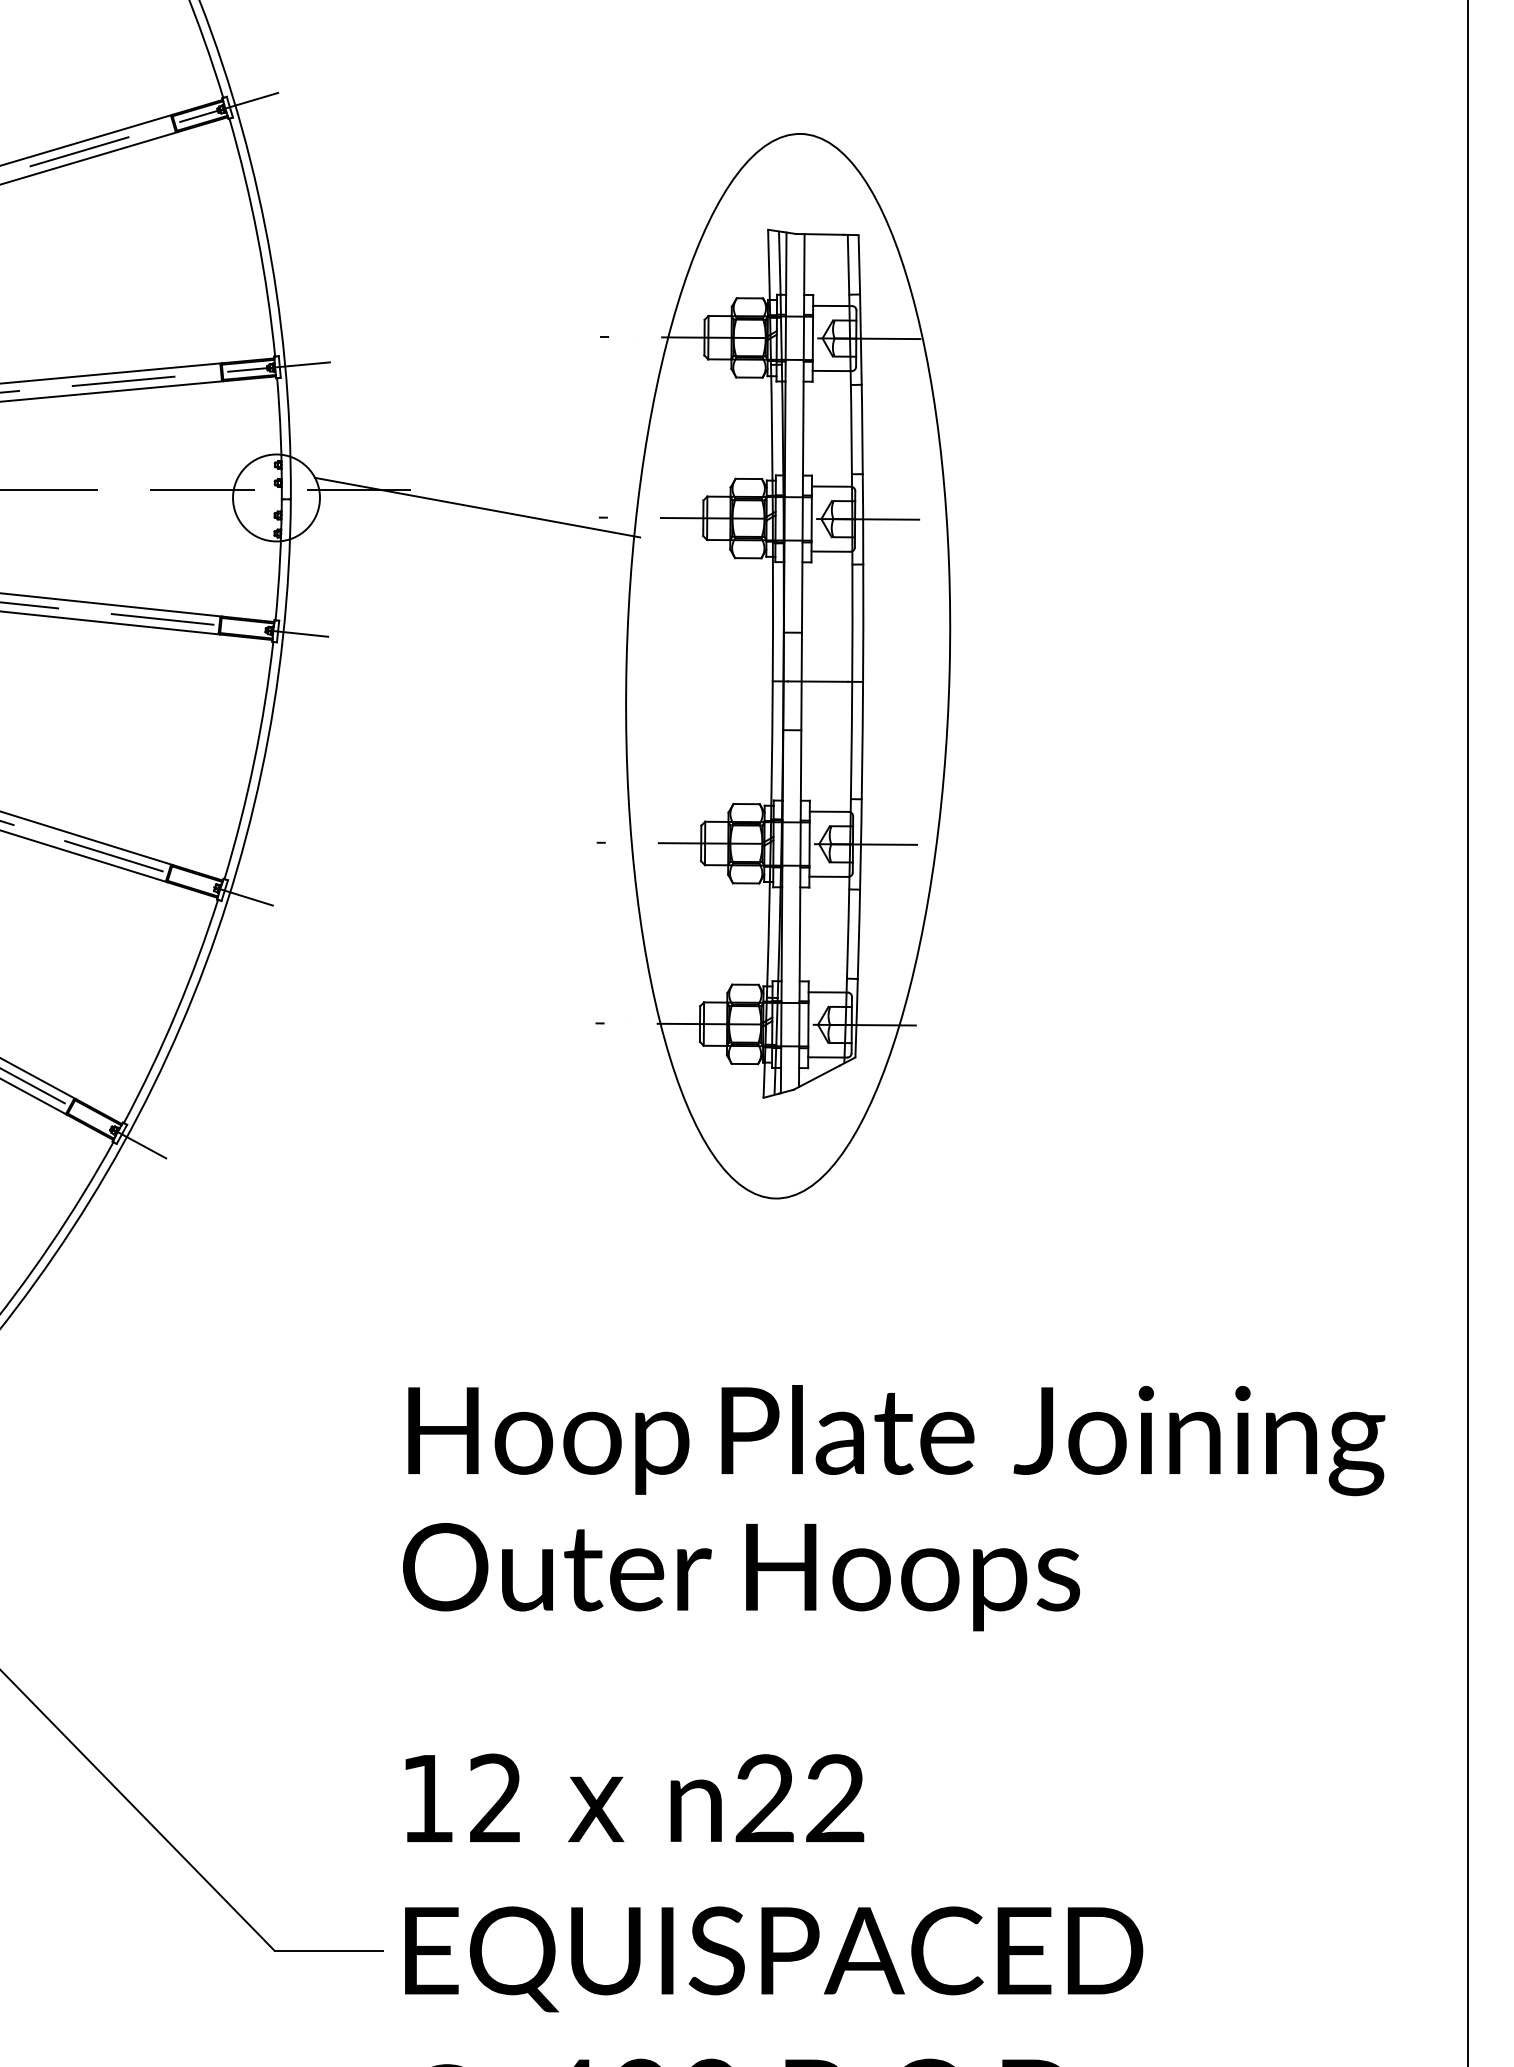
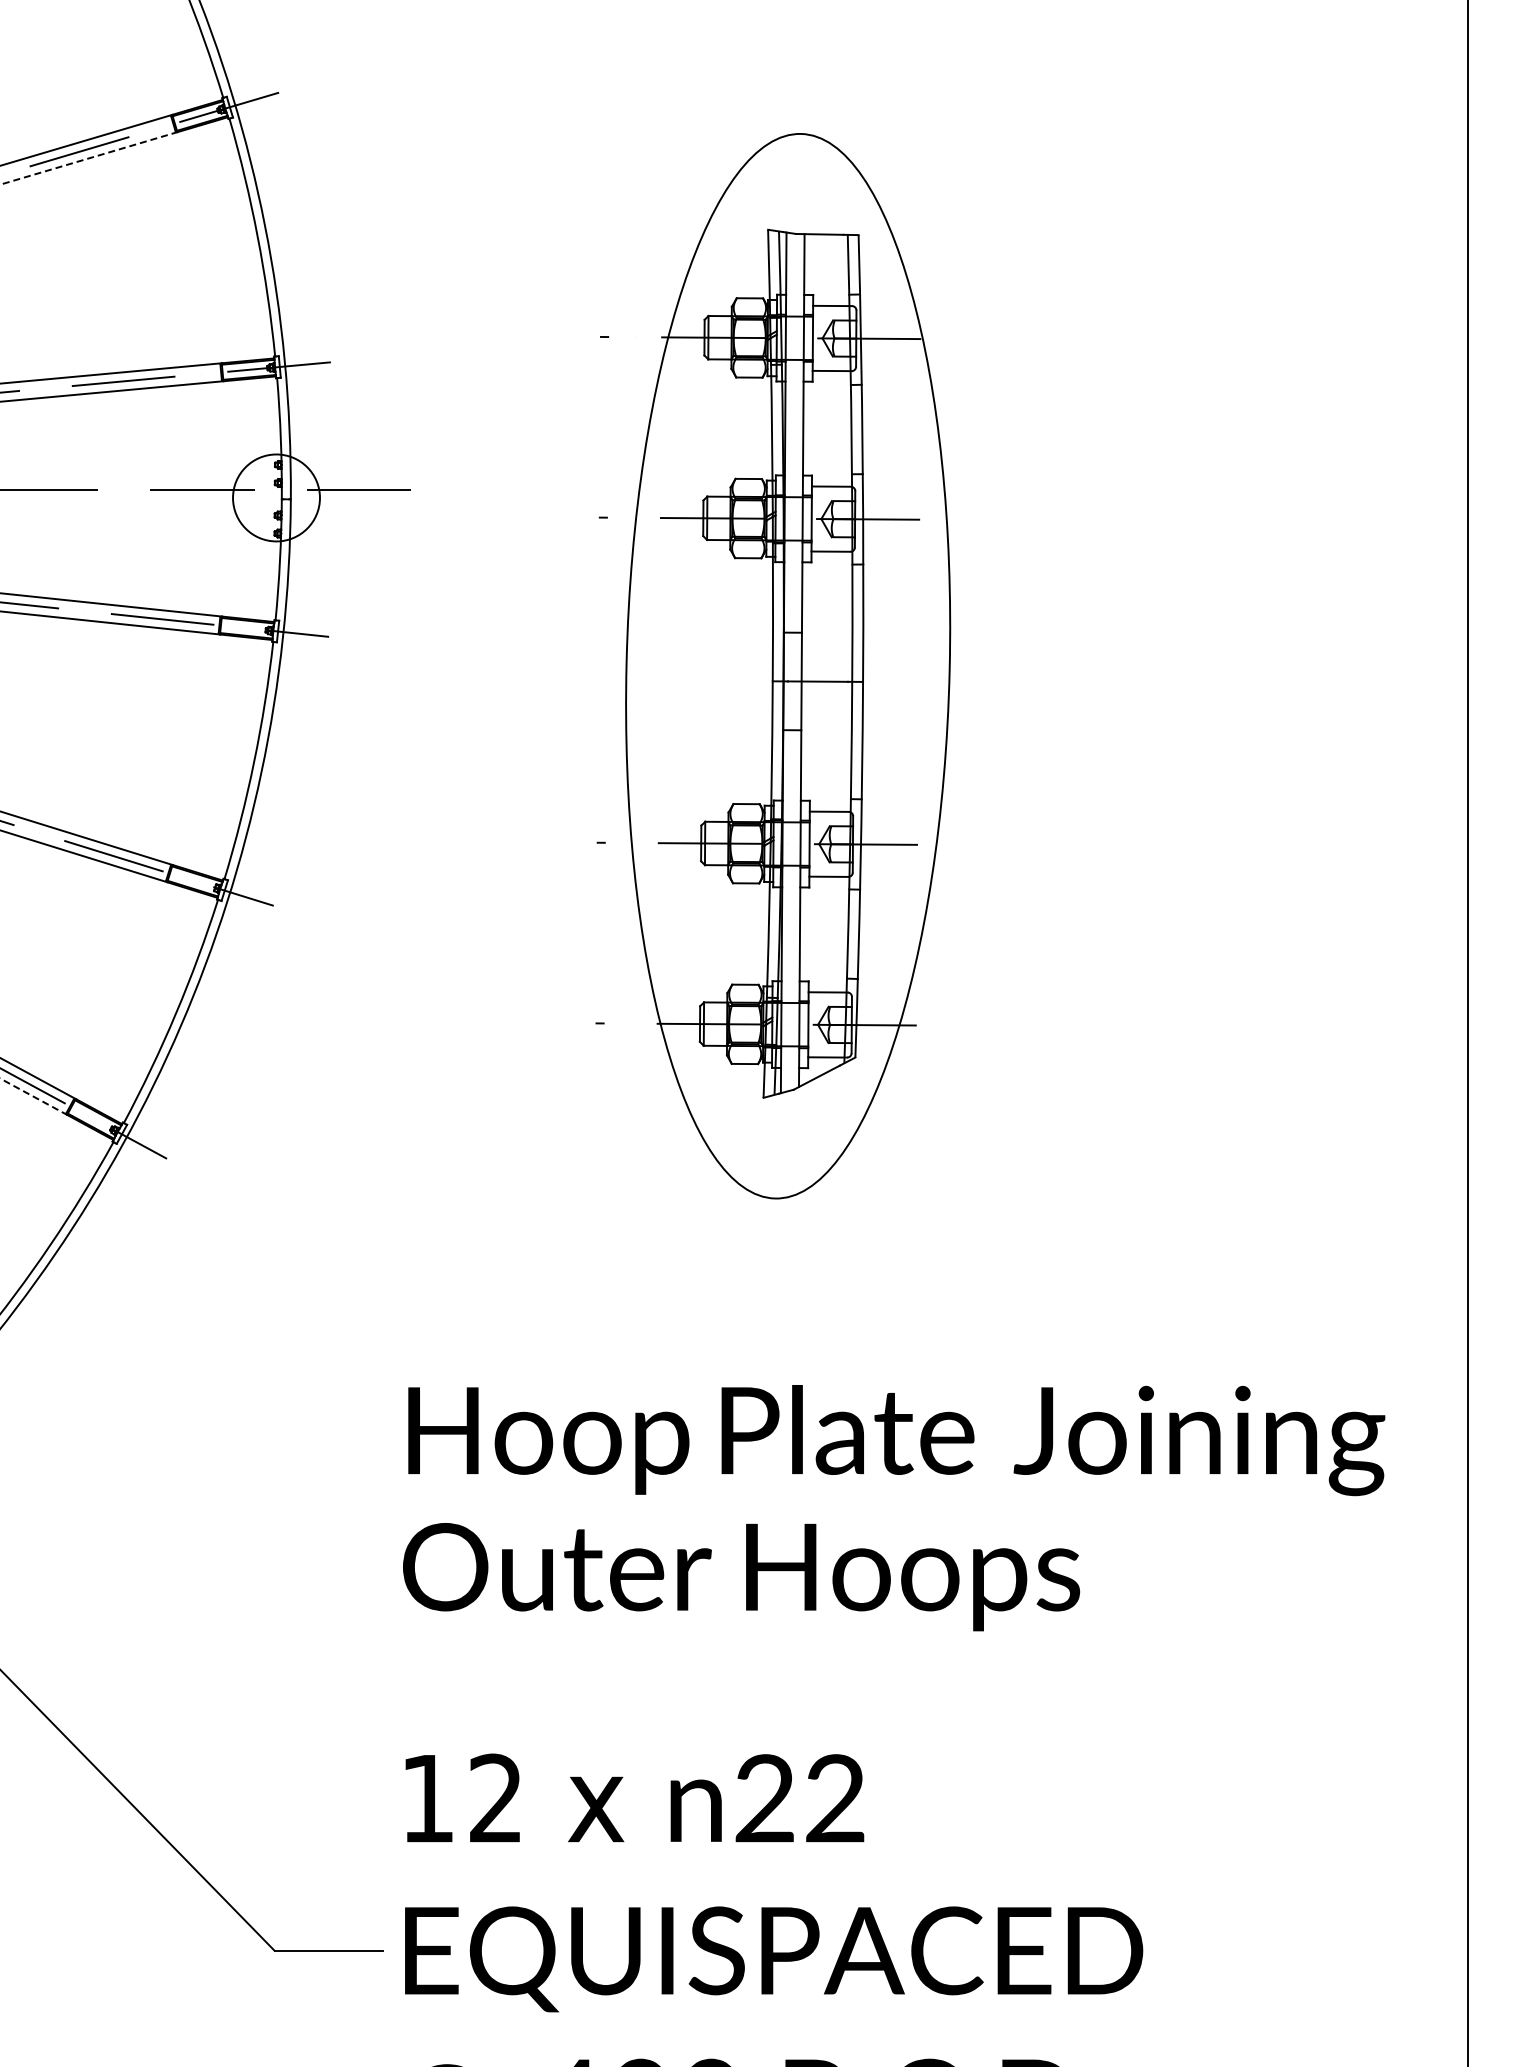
line at (89, 158): solid -> dashed
line at (477, 507): present -> none
line at (34, 1096): solid -> dashed
